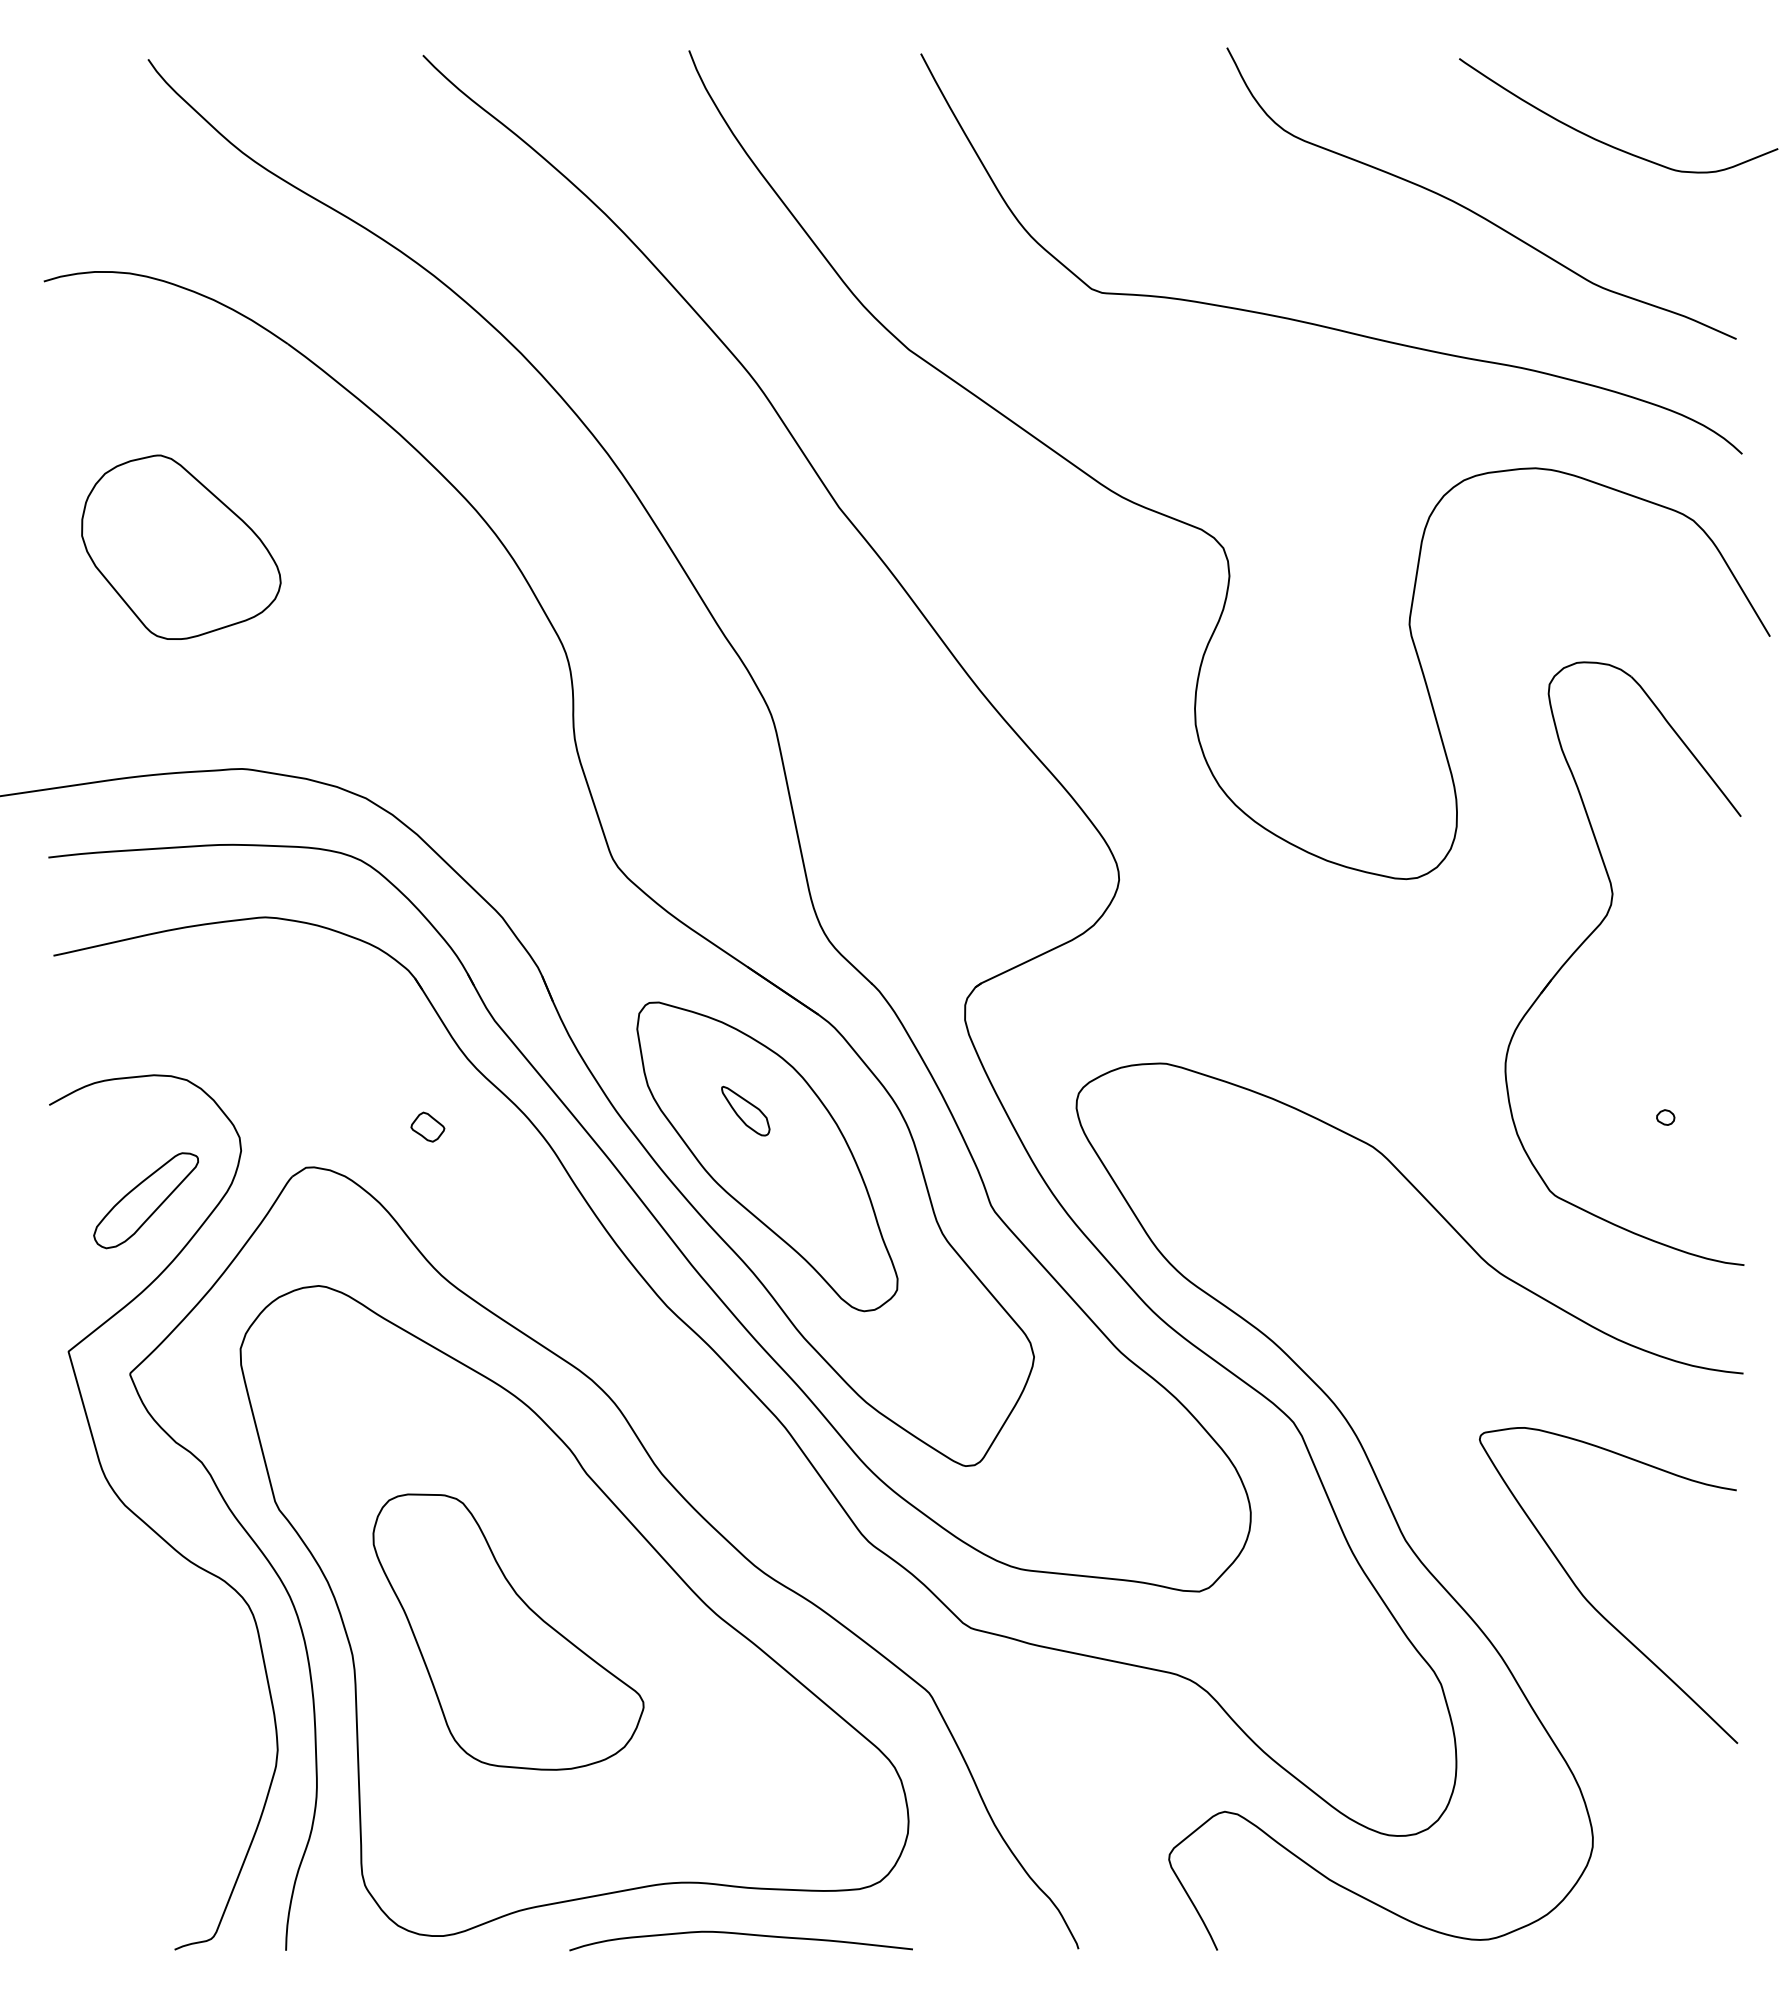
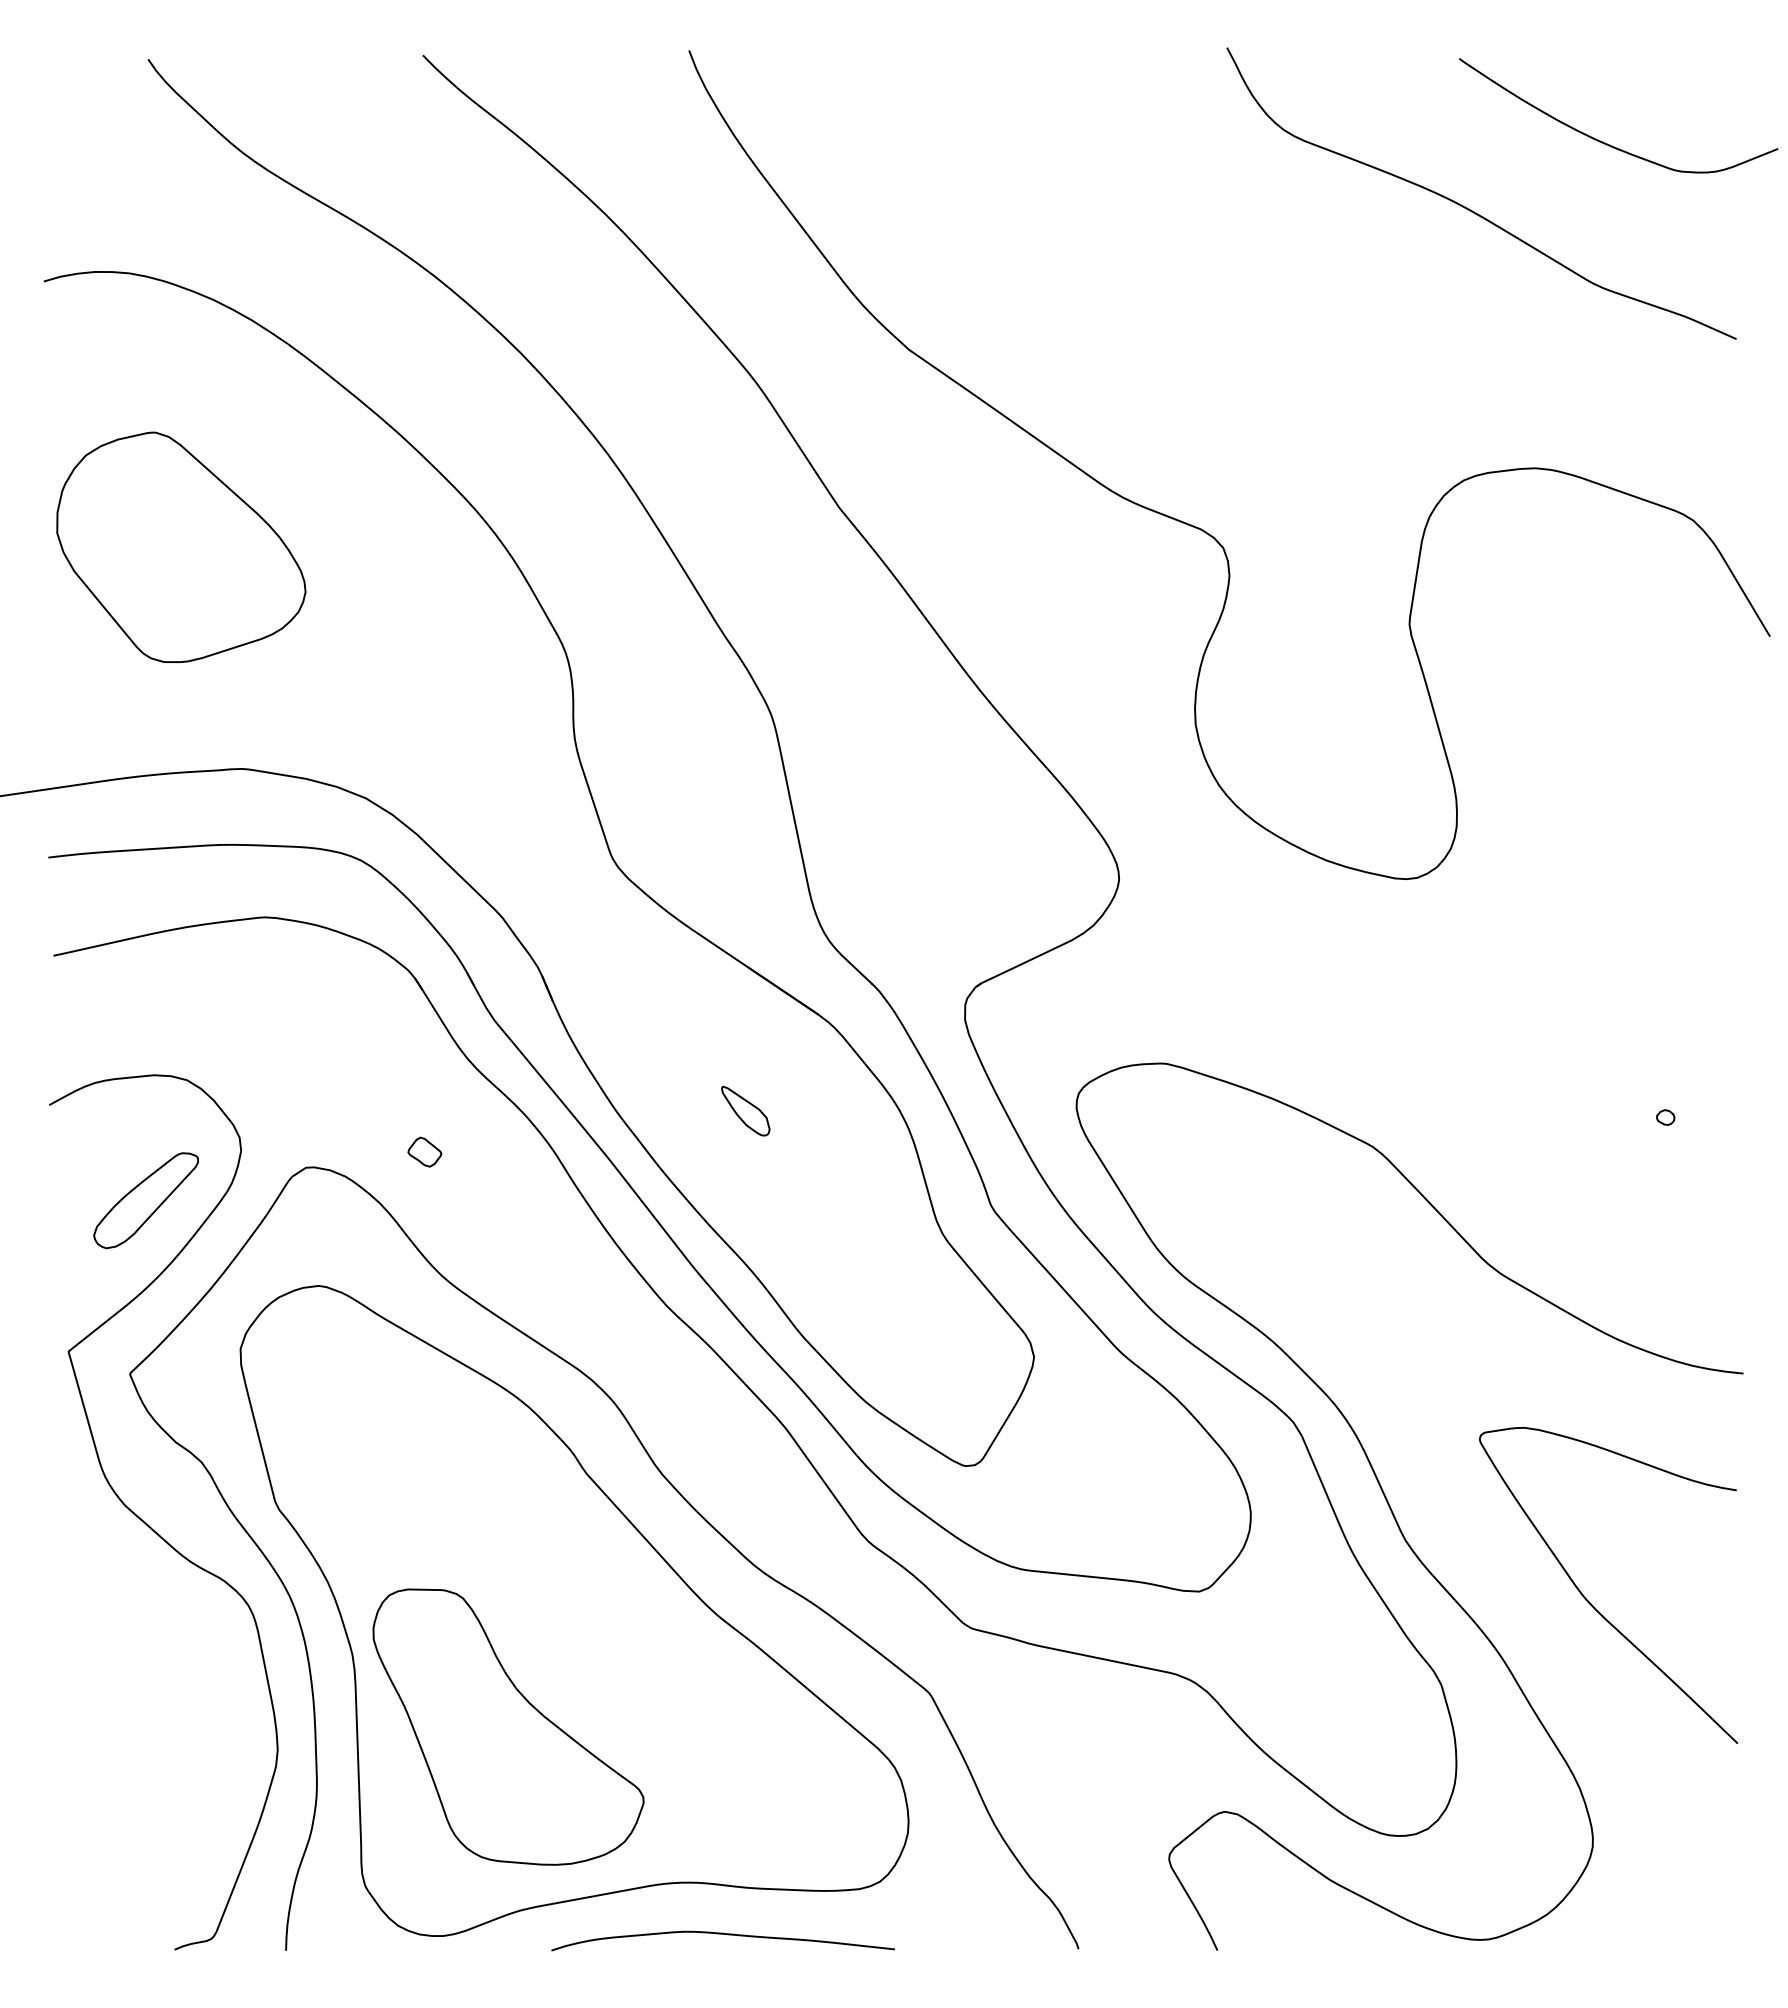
curve at (1315, 323): present -> none
part at (181, 546) size: 201x186 px -> 251x232 px
part at (1591, 935): present -> none
part at (427, 1126) position: (427, 1126) -> (424, 1151)
part at (767, 1156): present -> none
part at (508, 1631) position: (508, 1631) -> (508, 1726)
curve at (740, 1934) position: (740, 1934) -> (722, 1934)
